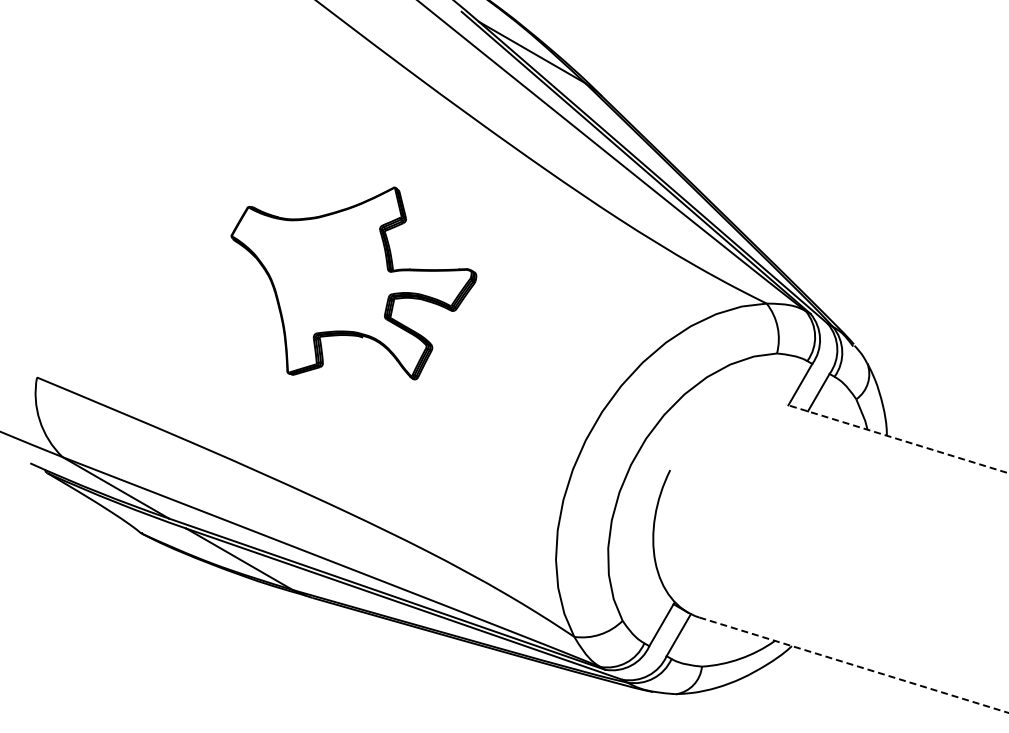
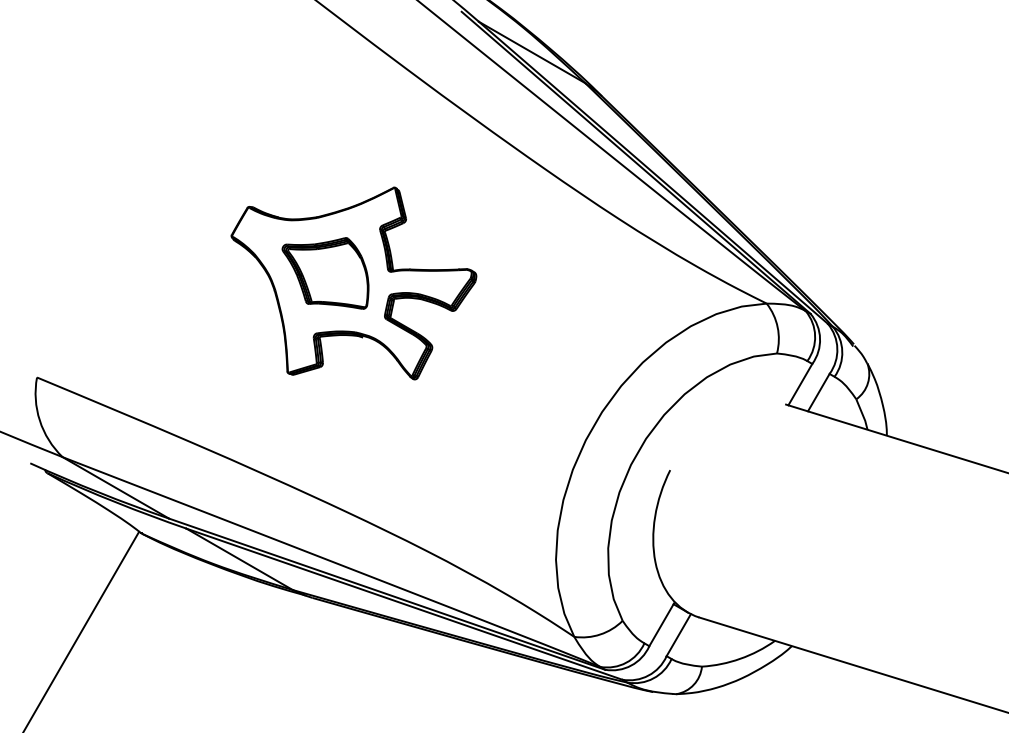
part at (325, 273): none -> present
line at (896, 438): dashed -> solid
line at (82, 630): none -> present
line at (854, 665): dashed -> solid
